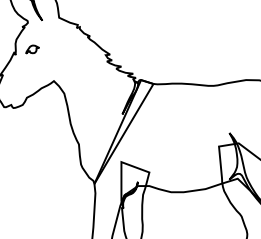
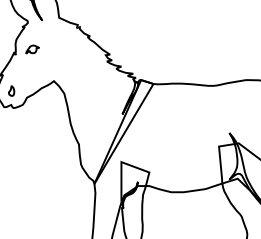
part at (11, 90): none -> present
